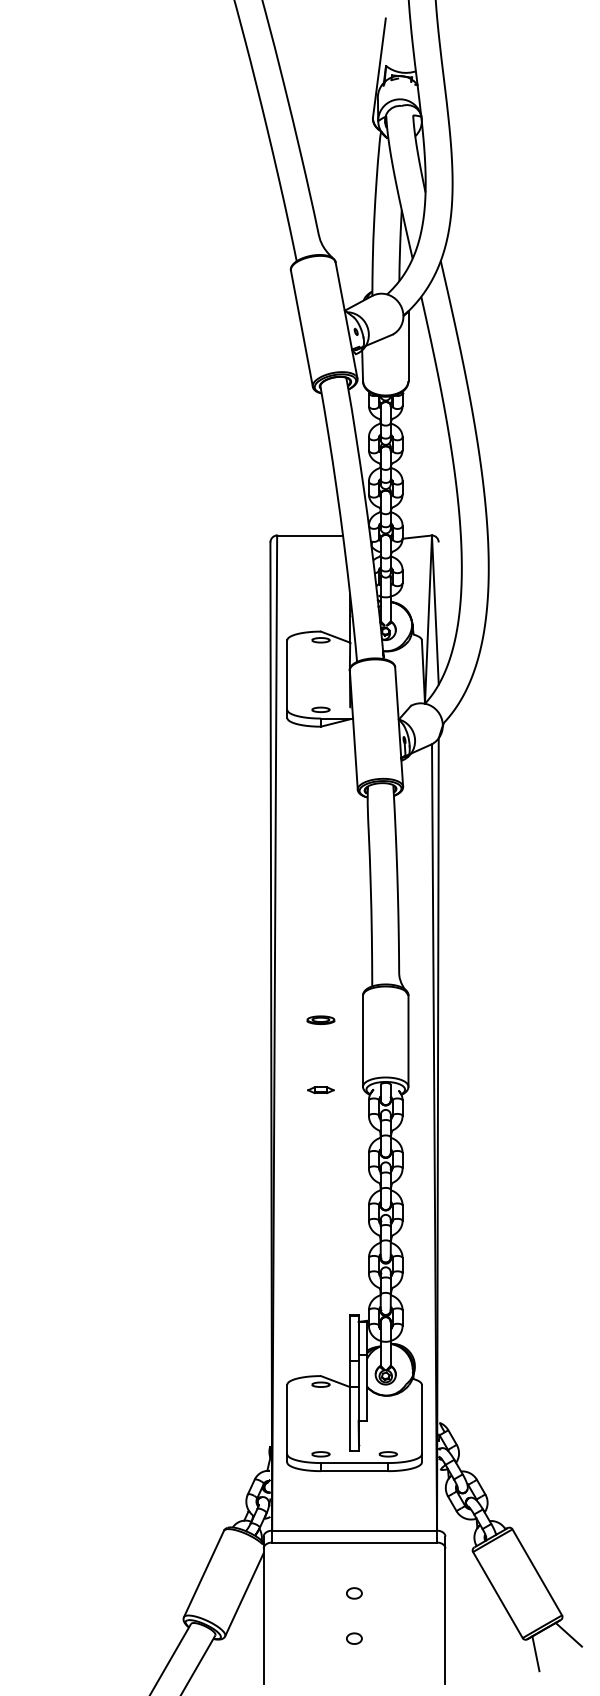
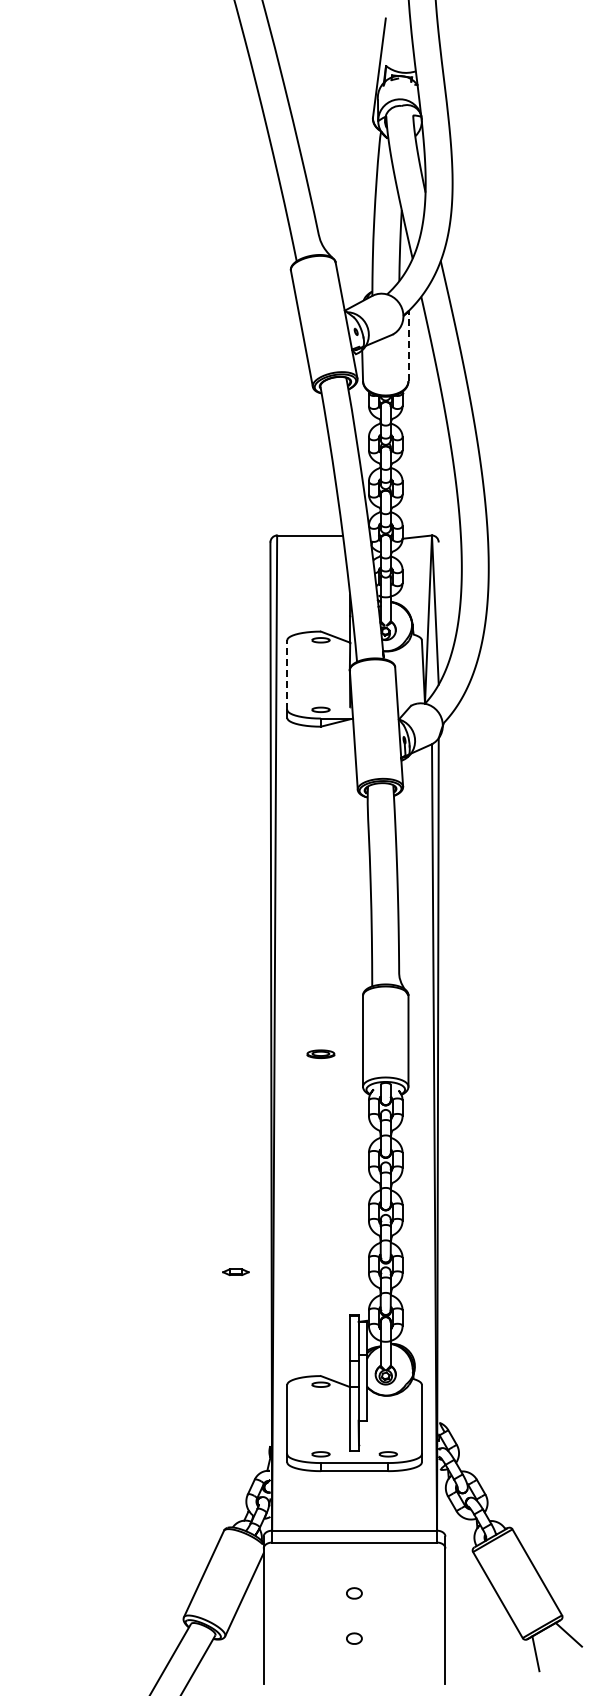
line at (408, 346): solid -> dashed
line at (287, 675): solid -> dashed
part at (320, 1019) position: (320, 1019) -> (320, 1053)
part at (320, 1090) position: (320, 1090) -> (235, 1272)
